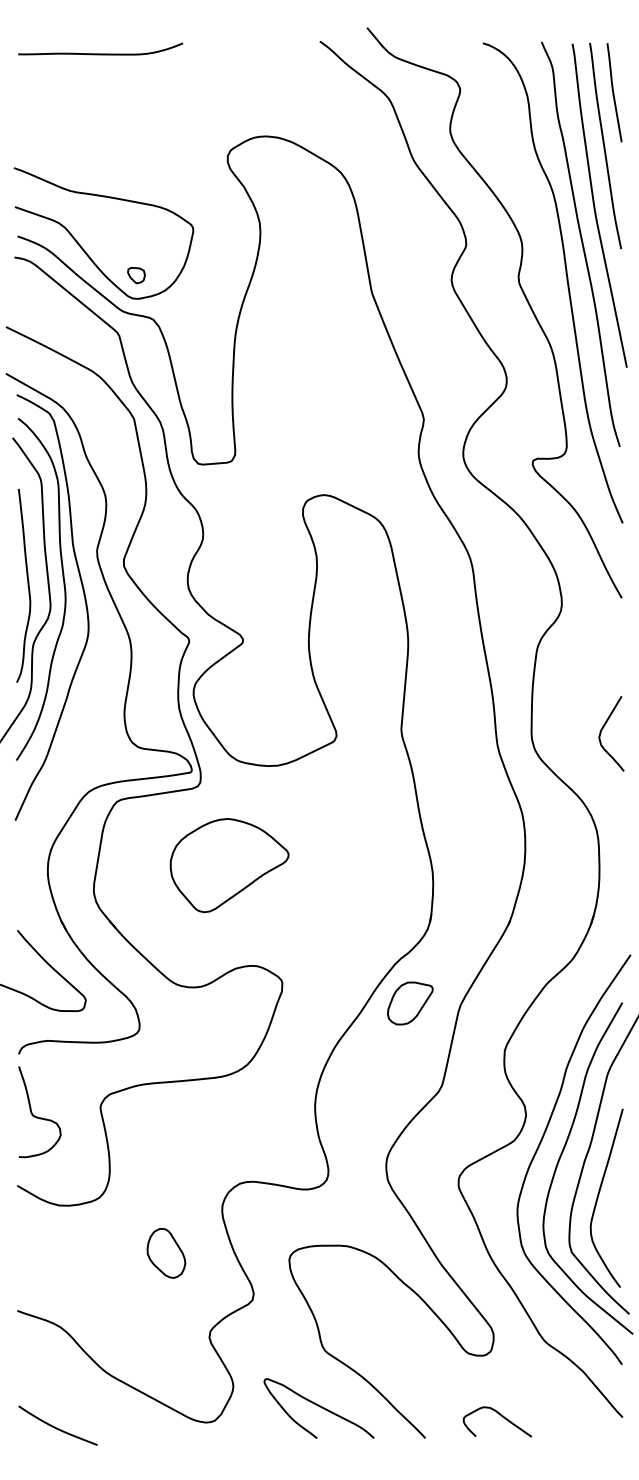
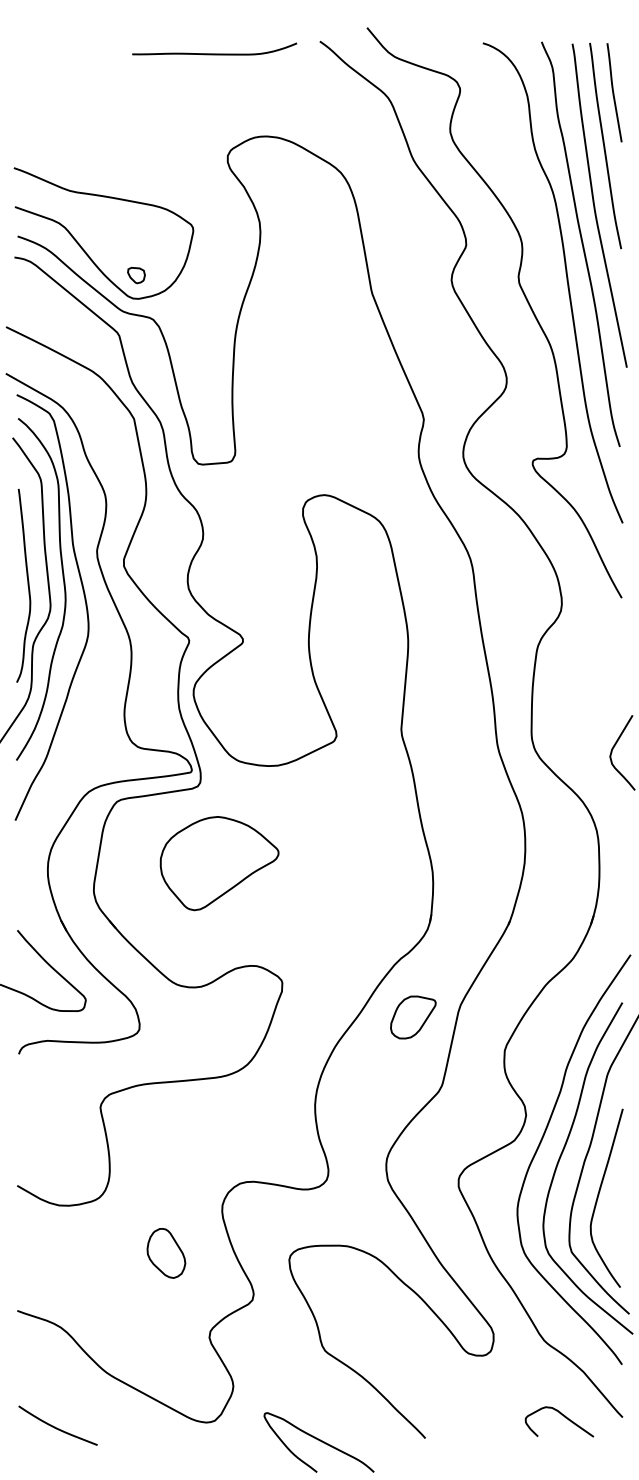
curve at (100, 53) position: (100, 53) -> (214, 53)
curve at (604, 727) position: (604, 727) -> (615, 746)
part at (229, 865) position: (229, 865) -> (219, 863)
part at (410, 1003) position: (410, 1003) -> (413, 1017)
curve at (37, 1116): present -> none
curve at (319, 1407) position: (319, 1407) -> (319, 1441)
curve at (499, 1415) position: (499, 1415) -> (561, 1415)
